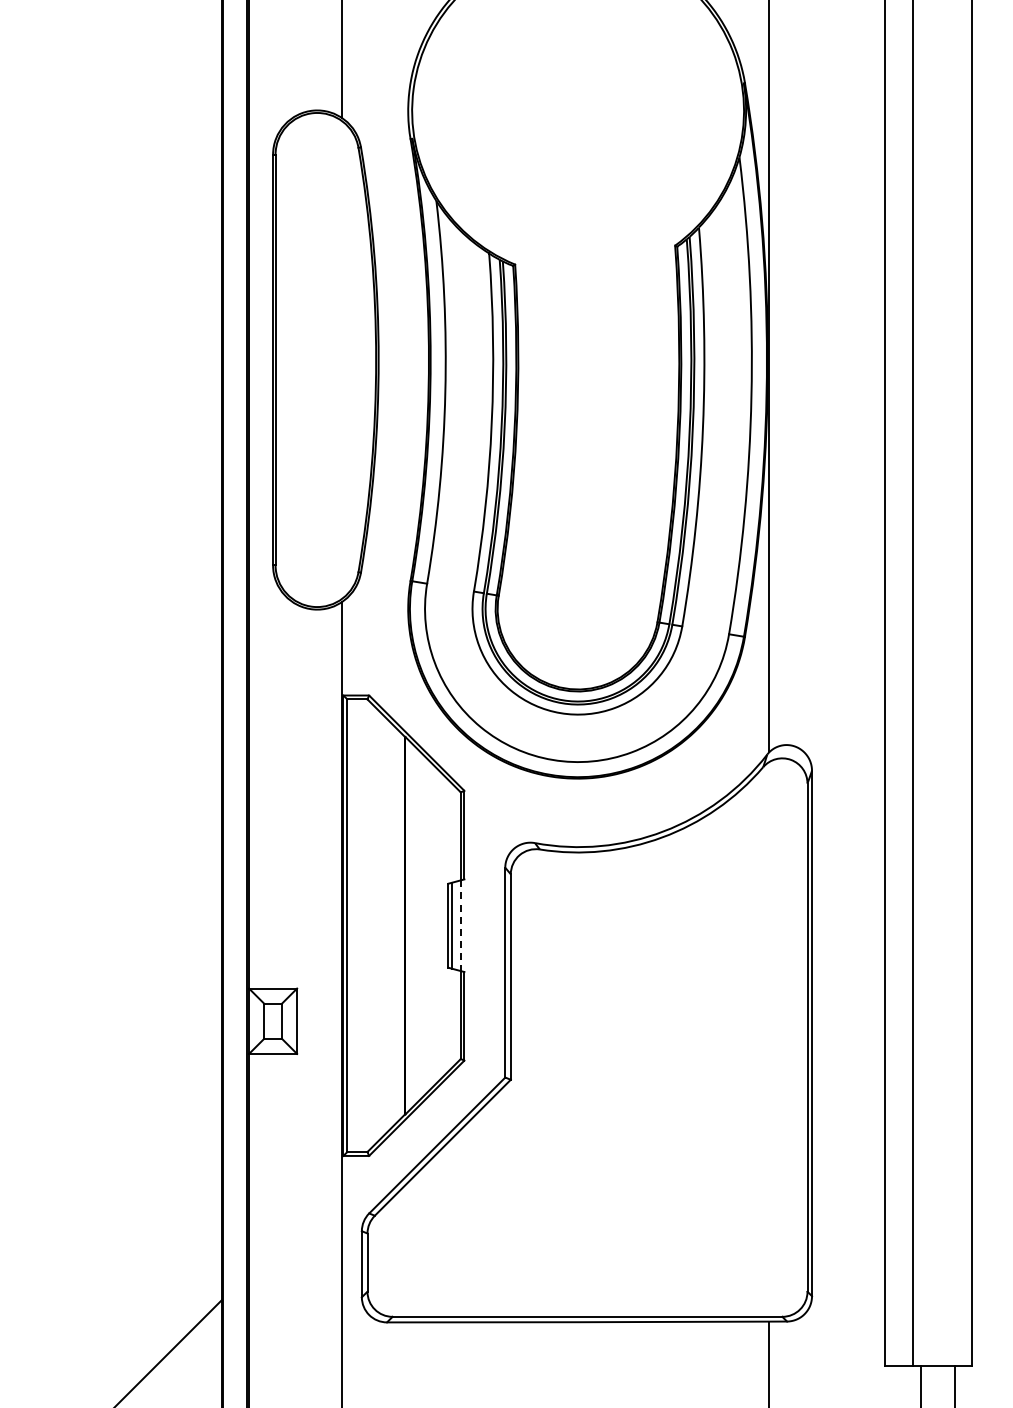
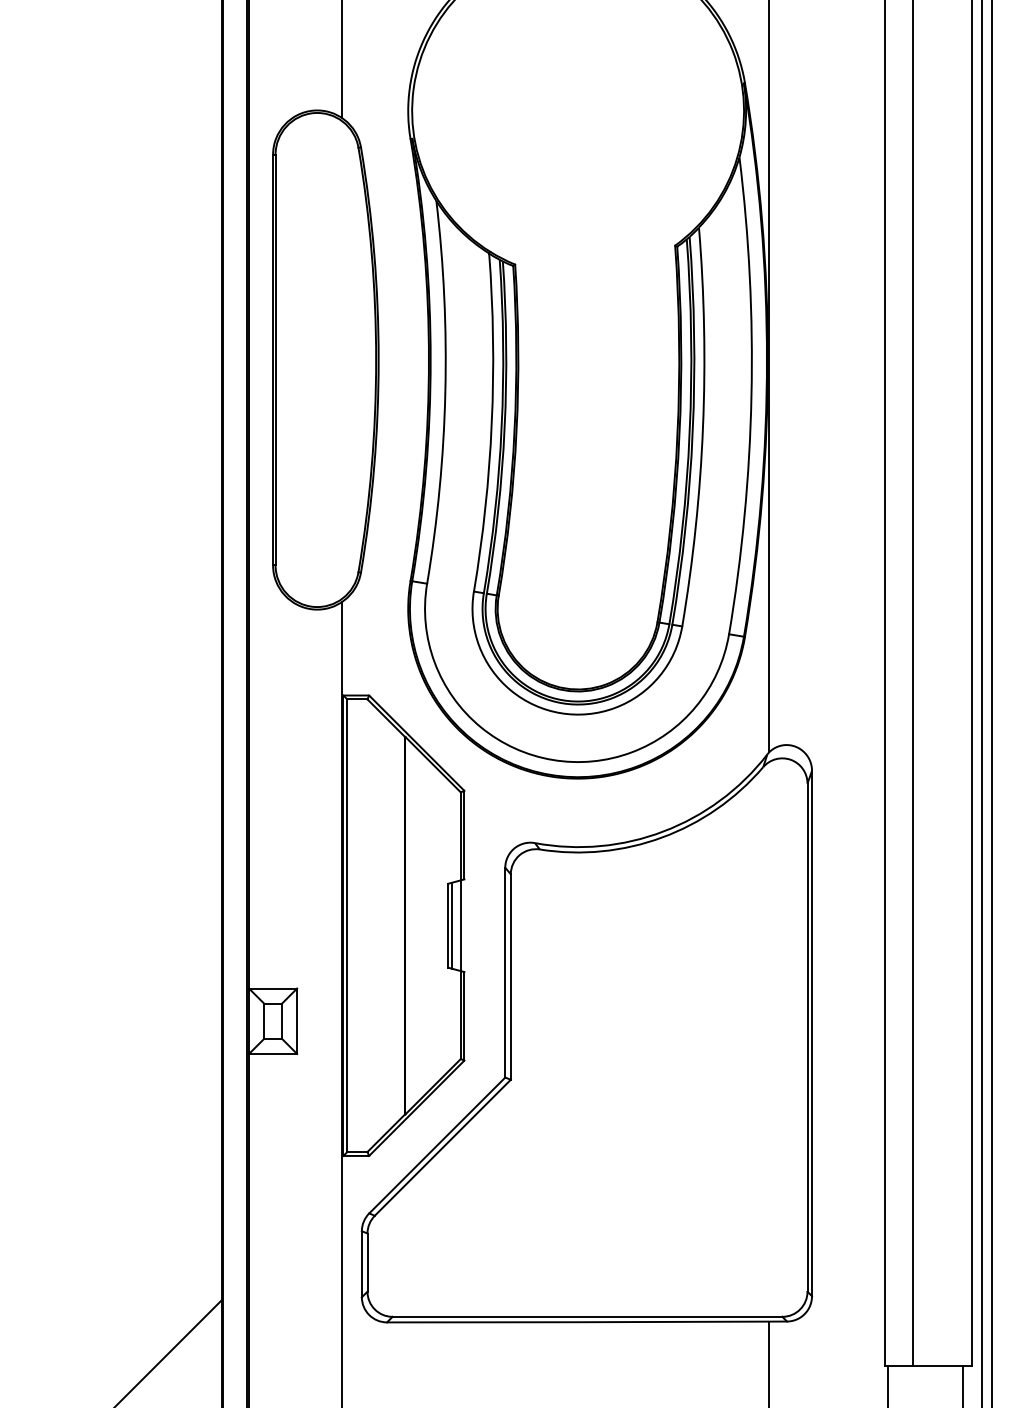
line at (982, 703): none -> present
line at (992, 703): none -> present
line at (460, 926): dashed -> solid
line at (920, 1384) position: (920, 1384) -> (887, 1384)
line at (955, 1384) position: (955, 1384) -> (963, 1384)
